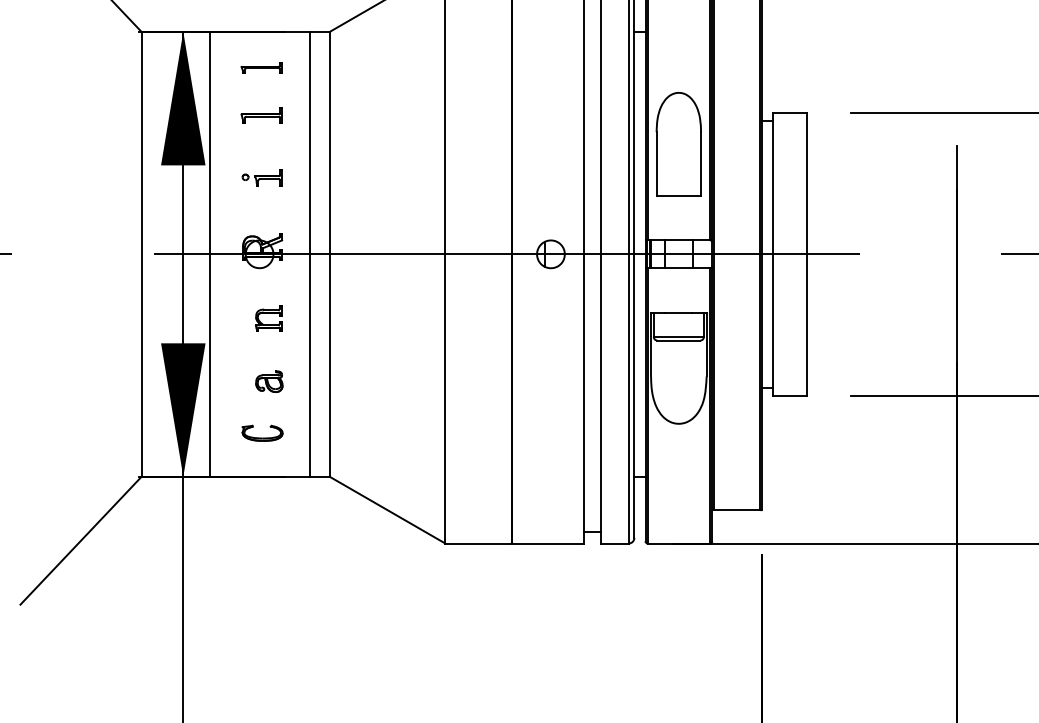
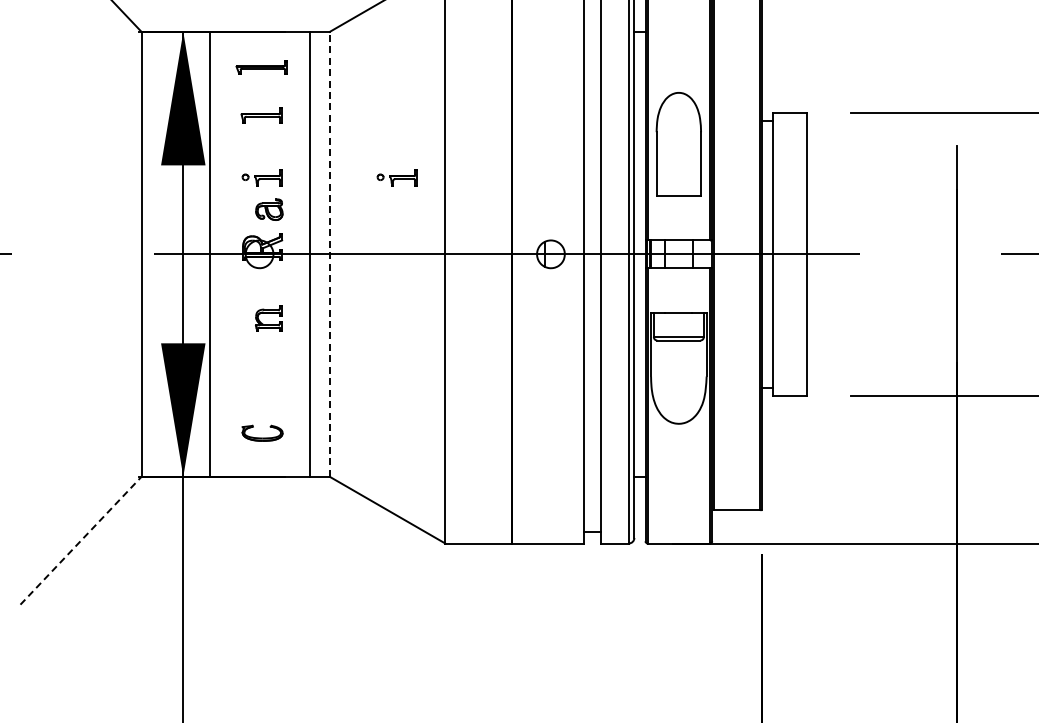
part at (261, 67) size: 43x12 px -> 53x15 px
part at (396, 177): none -> present
line at (329, 253): solid -> dashed
part at (269, 381) position: (269, 381) -> (269, 209)
line at (81, 540): solid -> dashed
